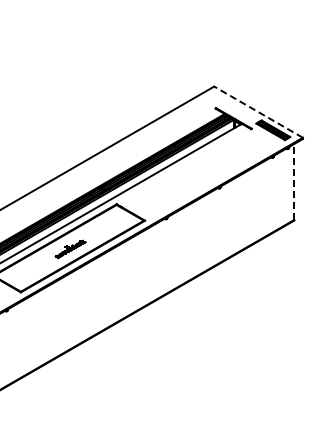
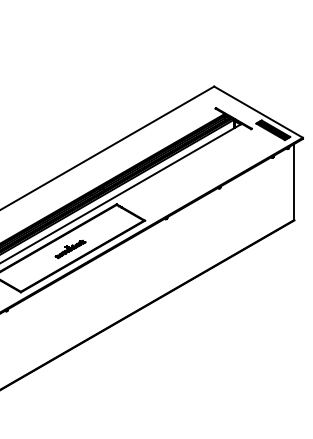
line at (258, 111): dashed -> solid
line at (294, 181): dashed -> solid
